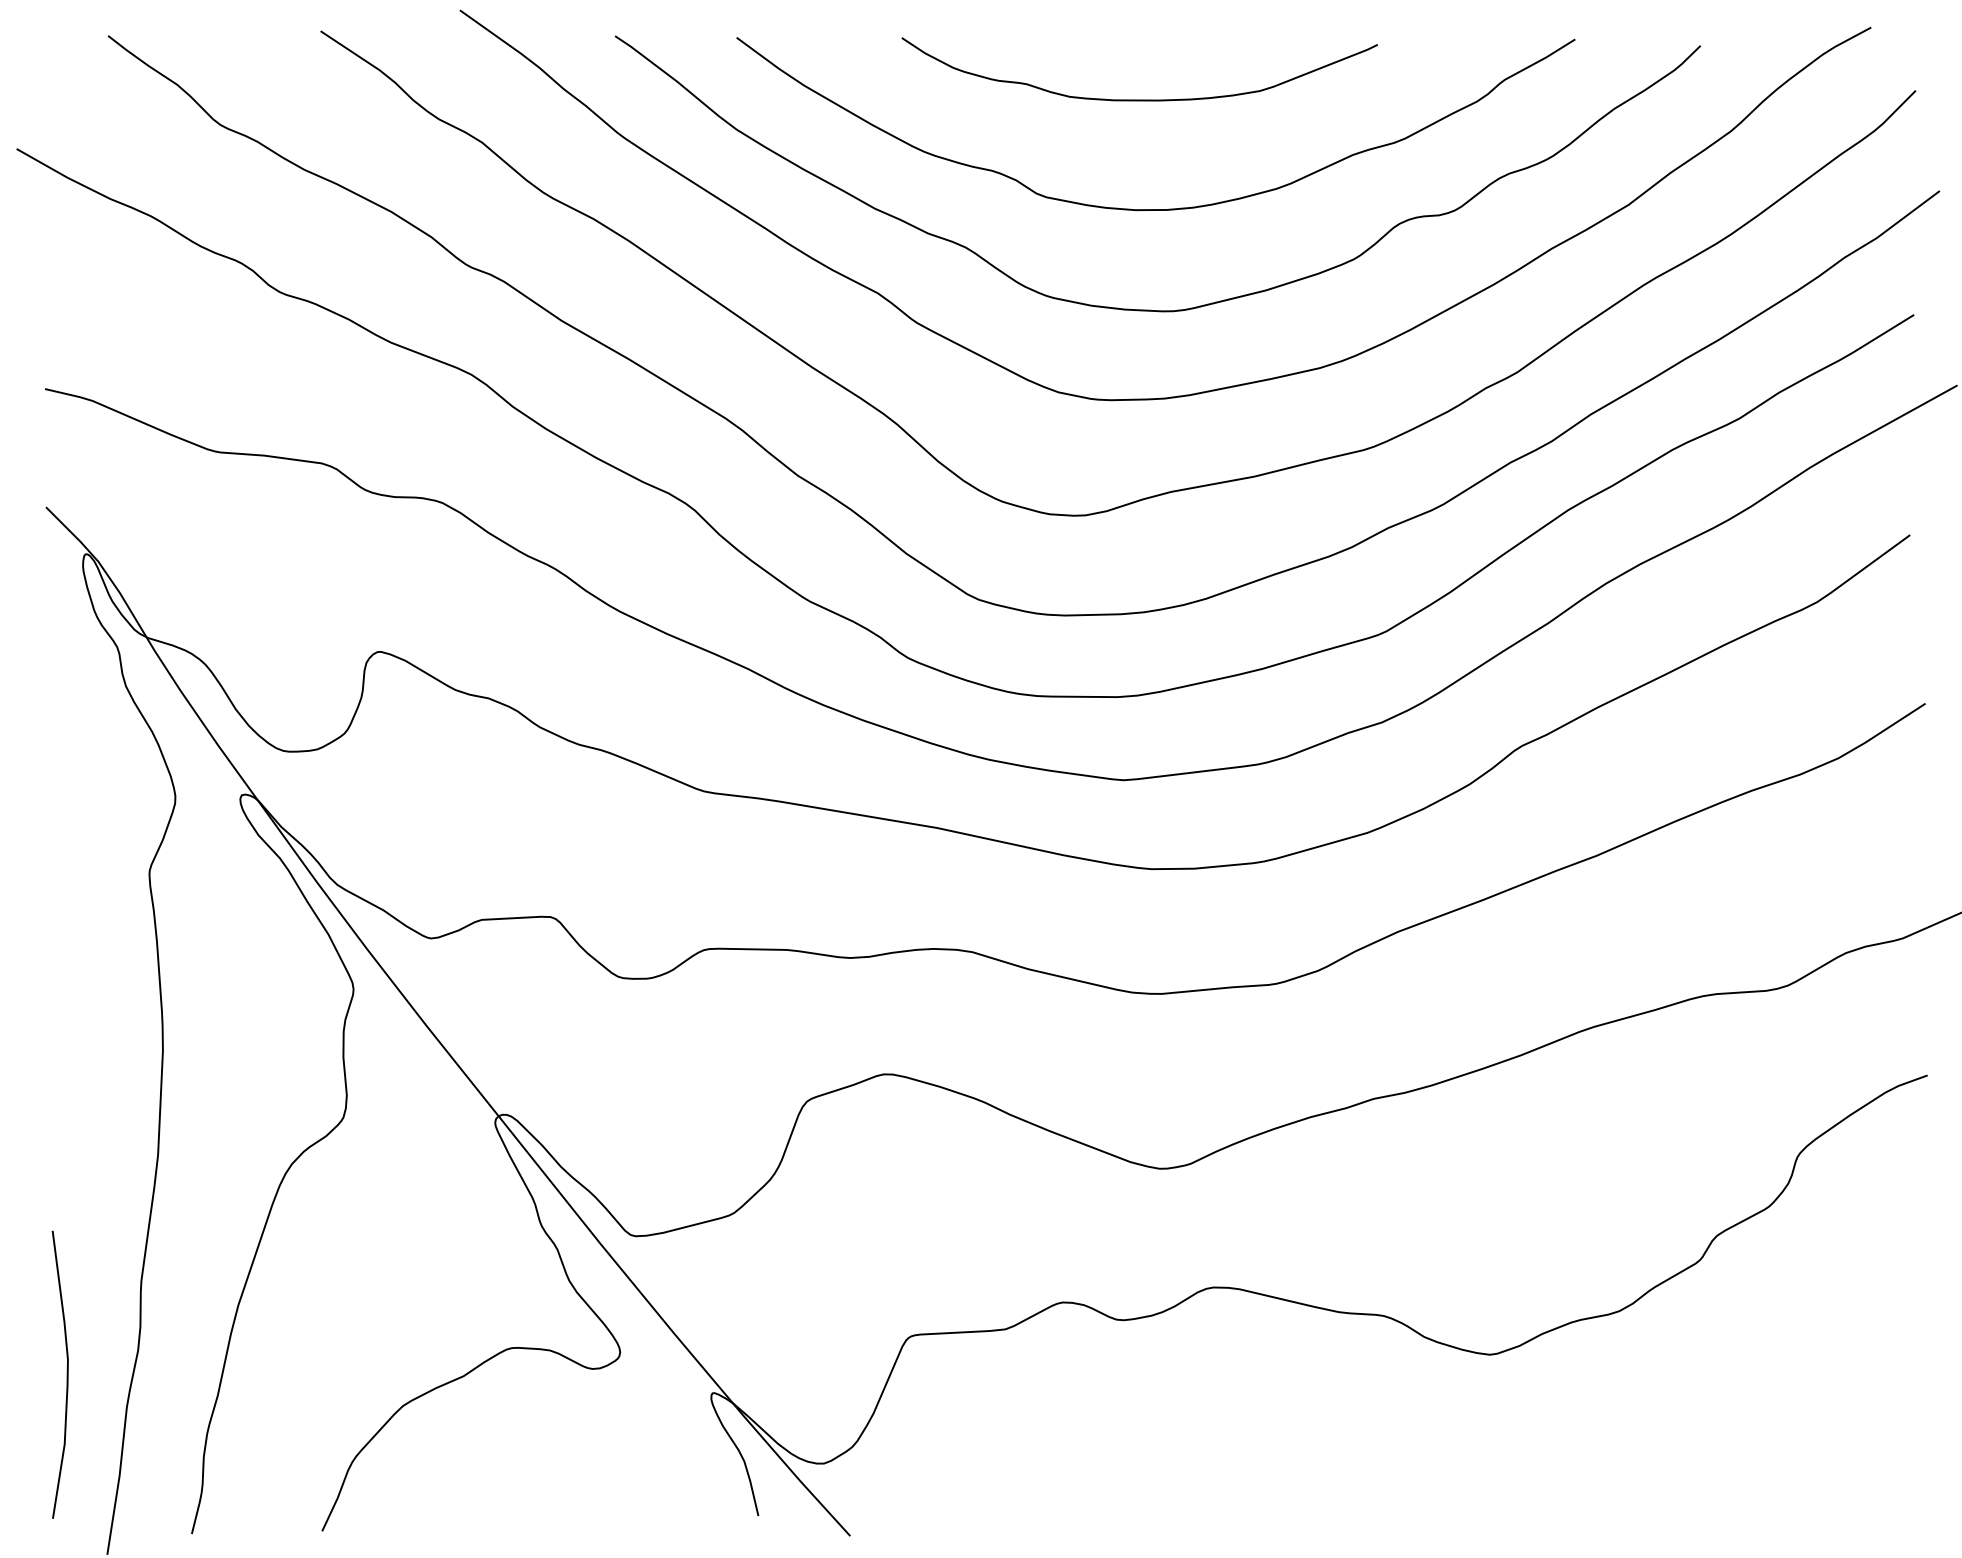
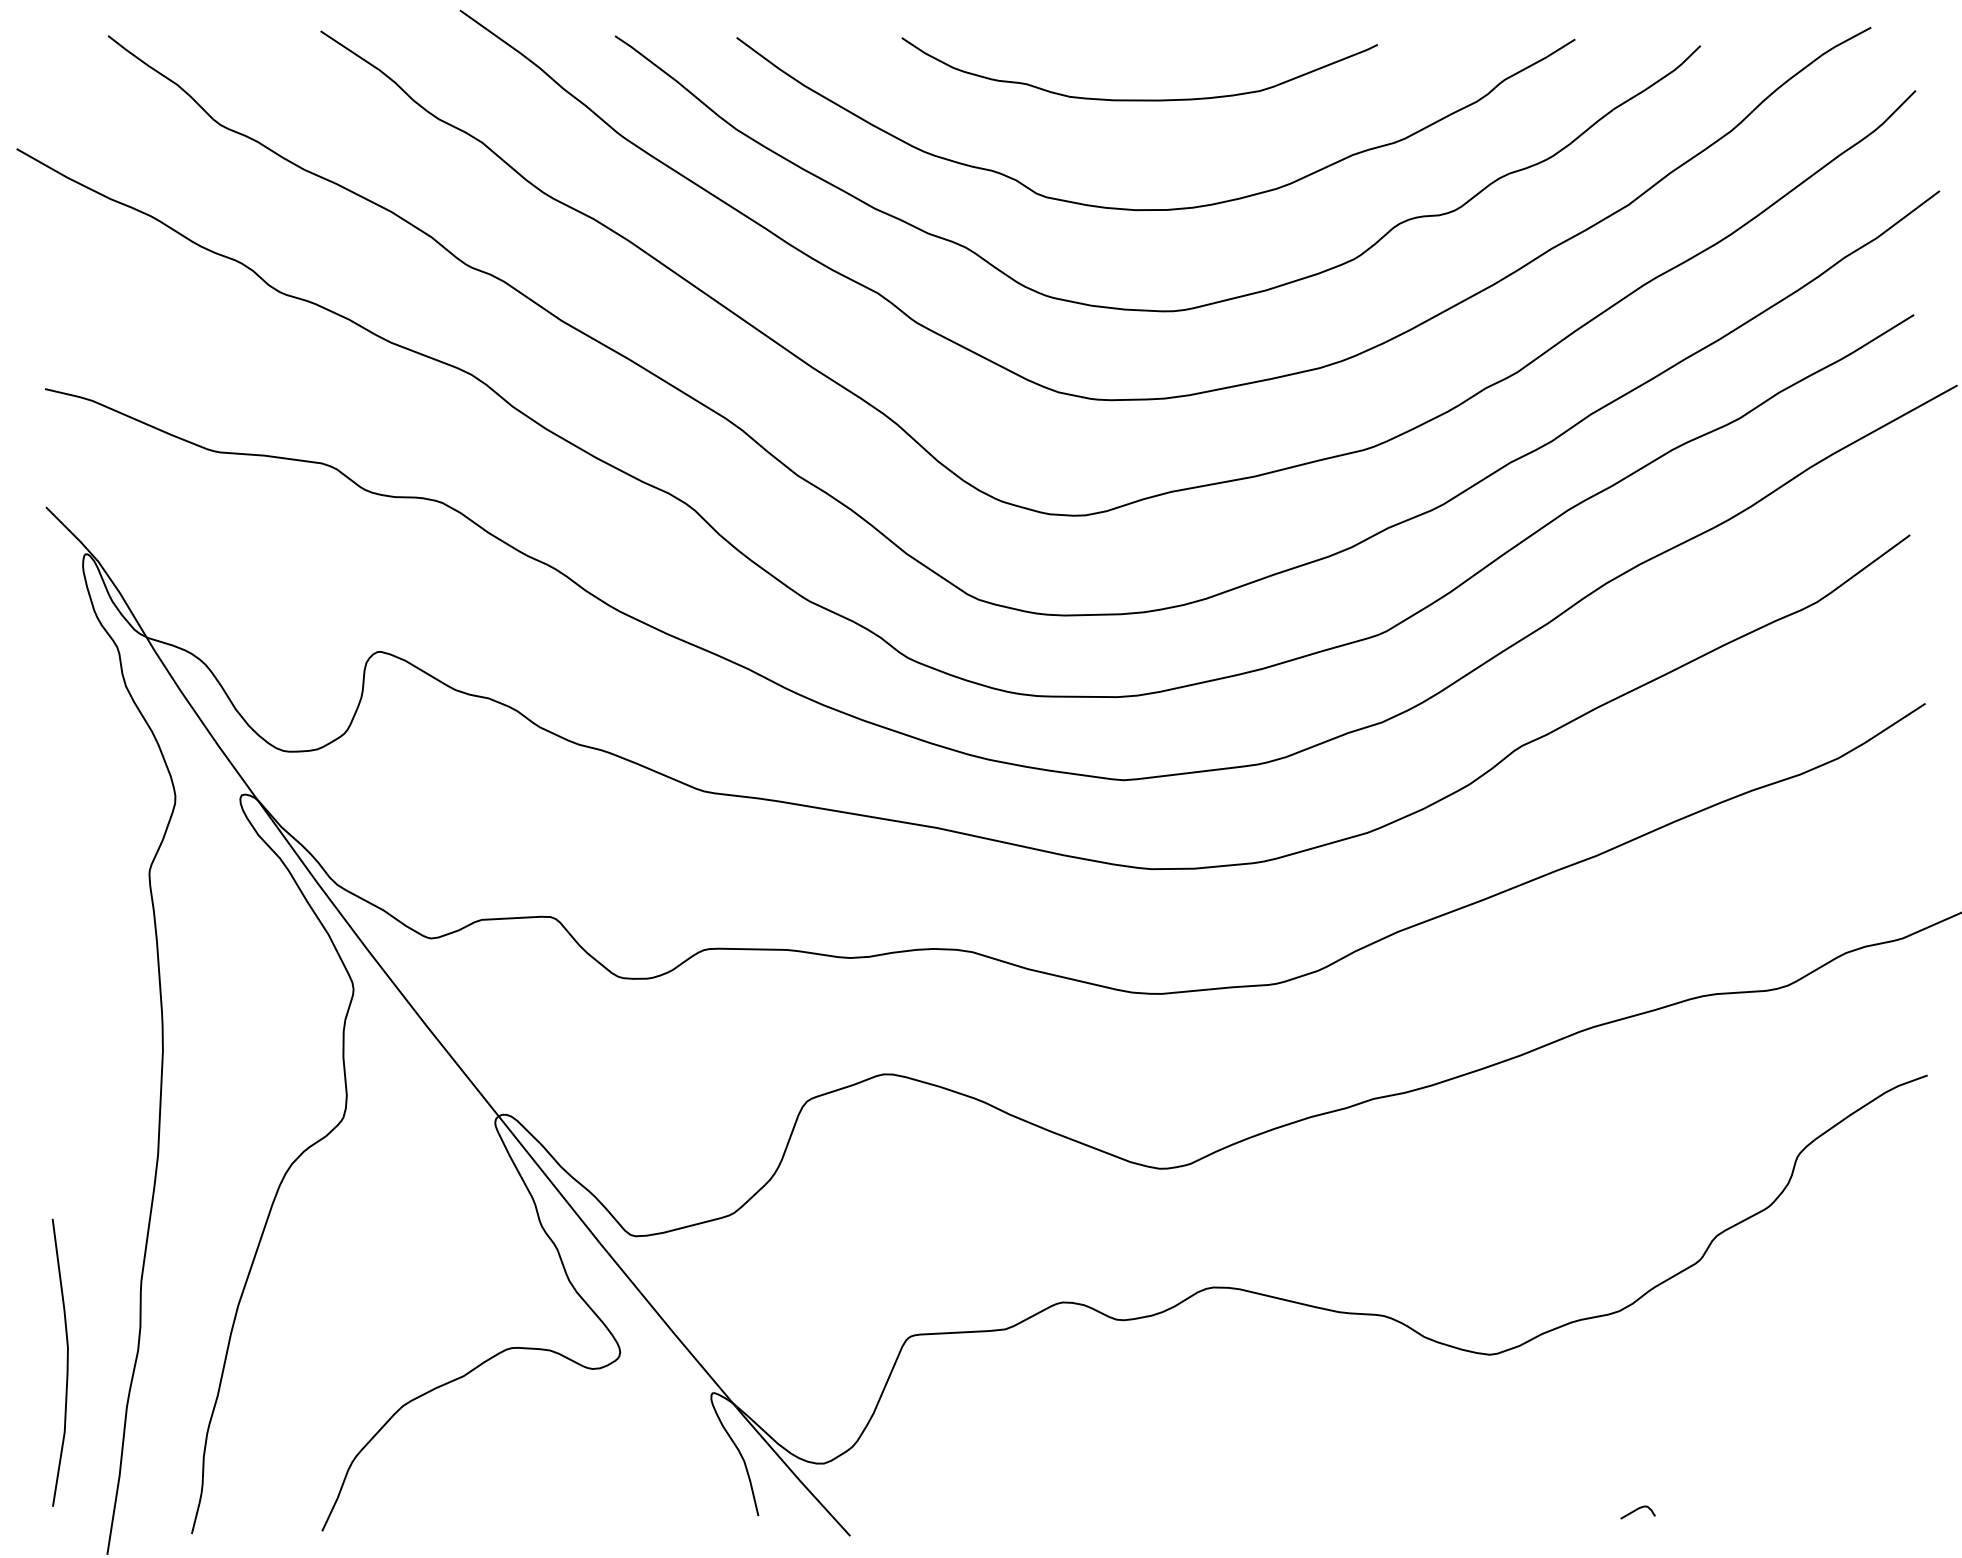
curve at (66, 1374) position: (66, 1374) -> (66, 1362)
curve at (1637, 1510): none -> present
